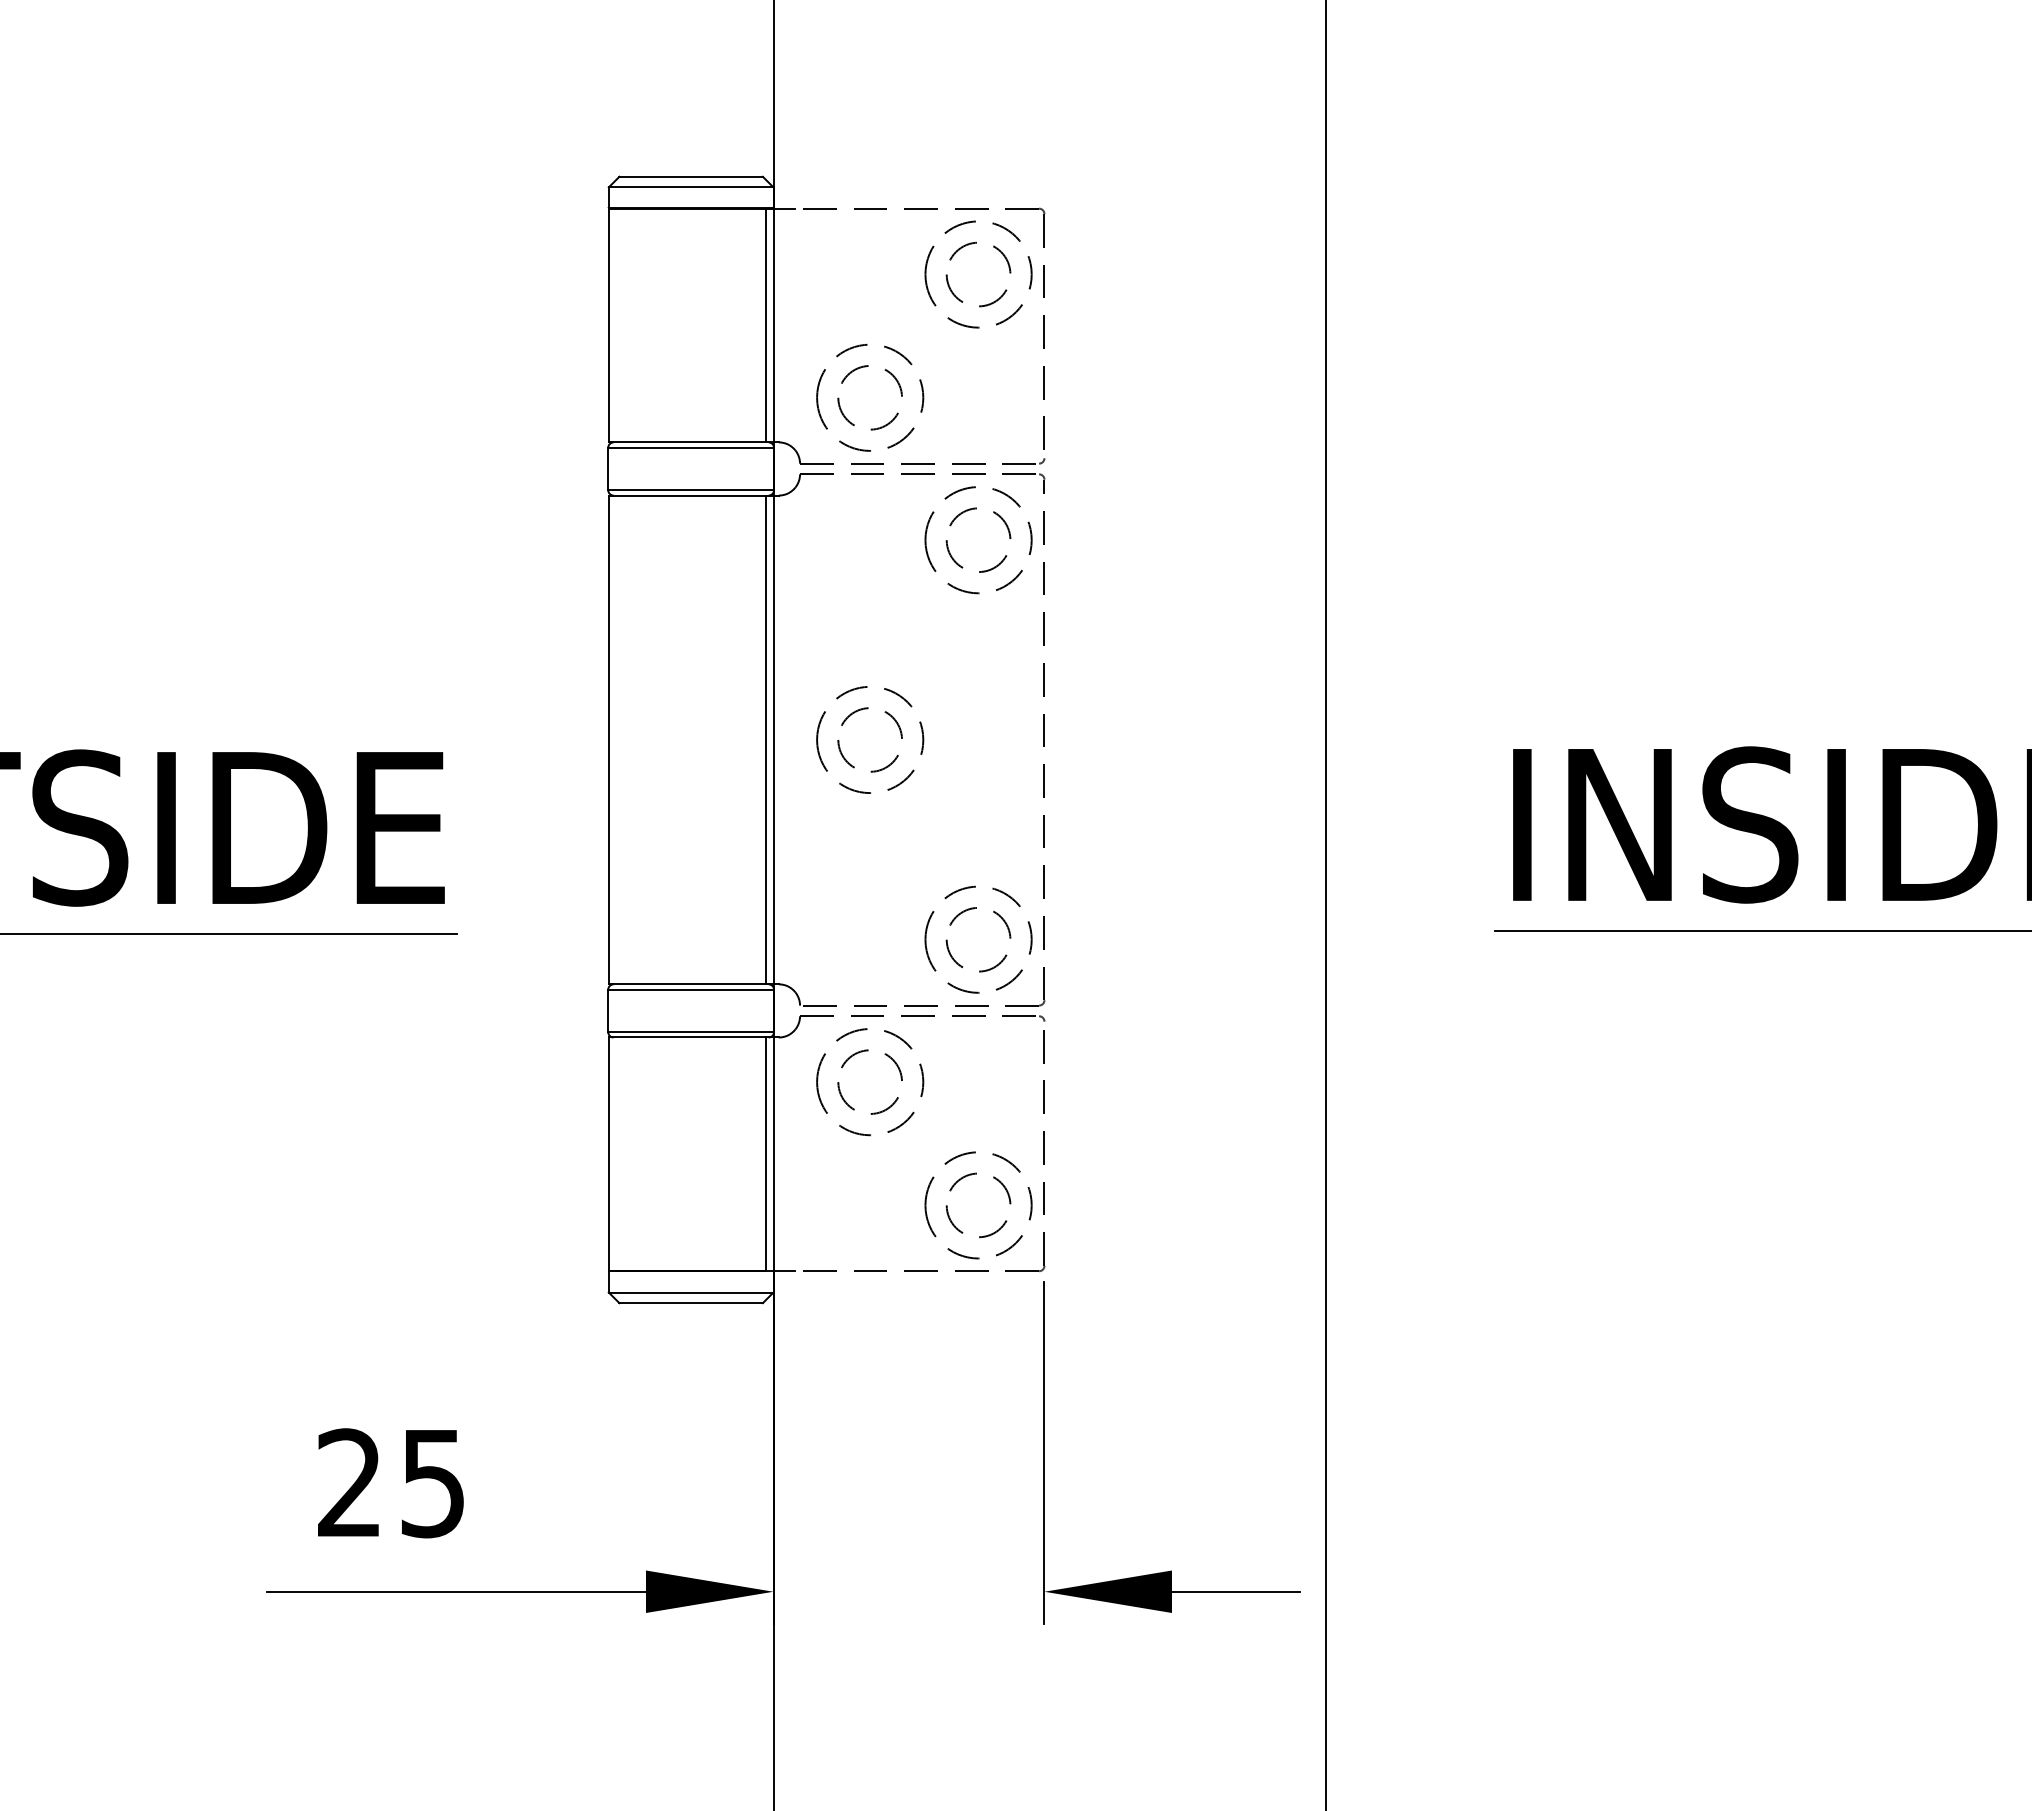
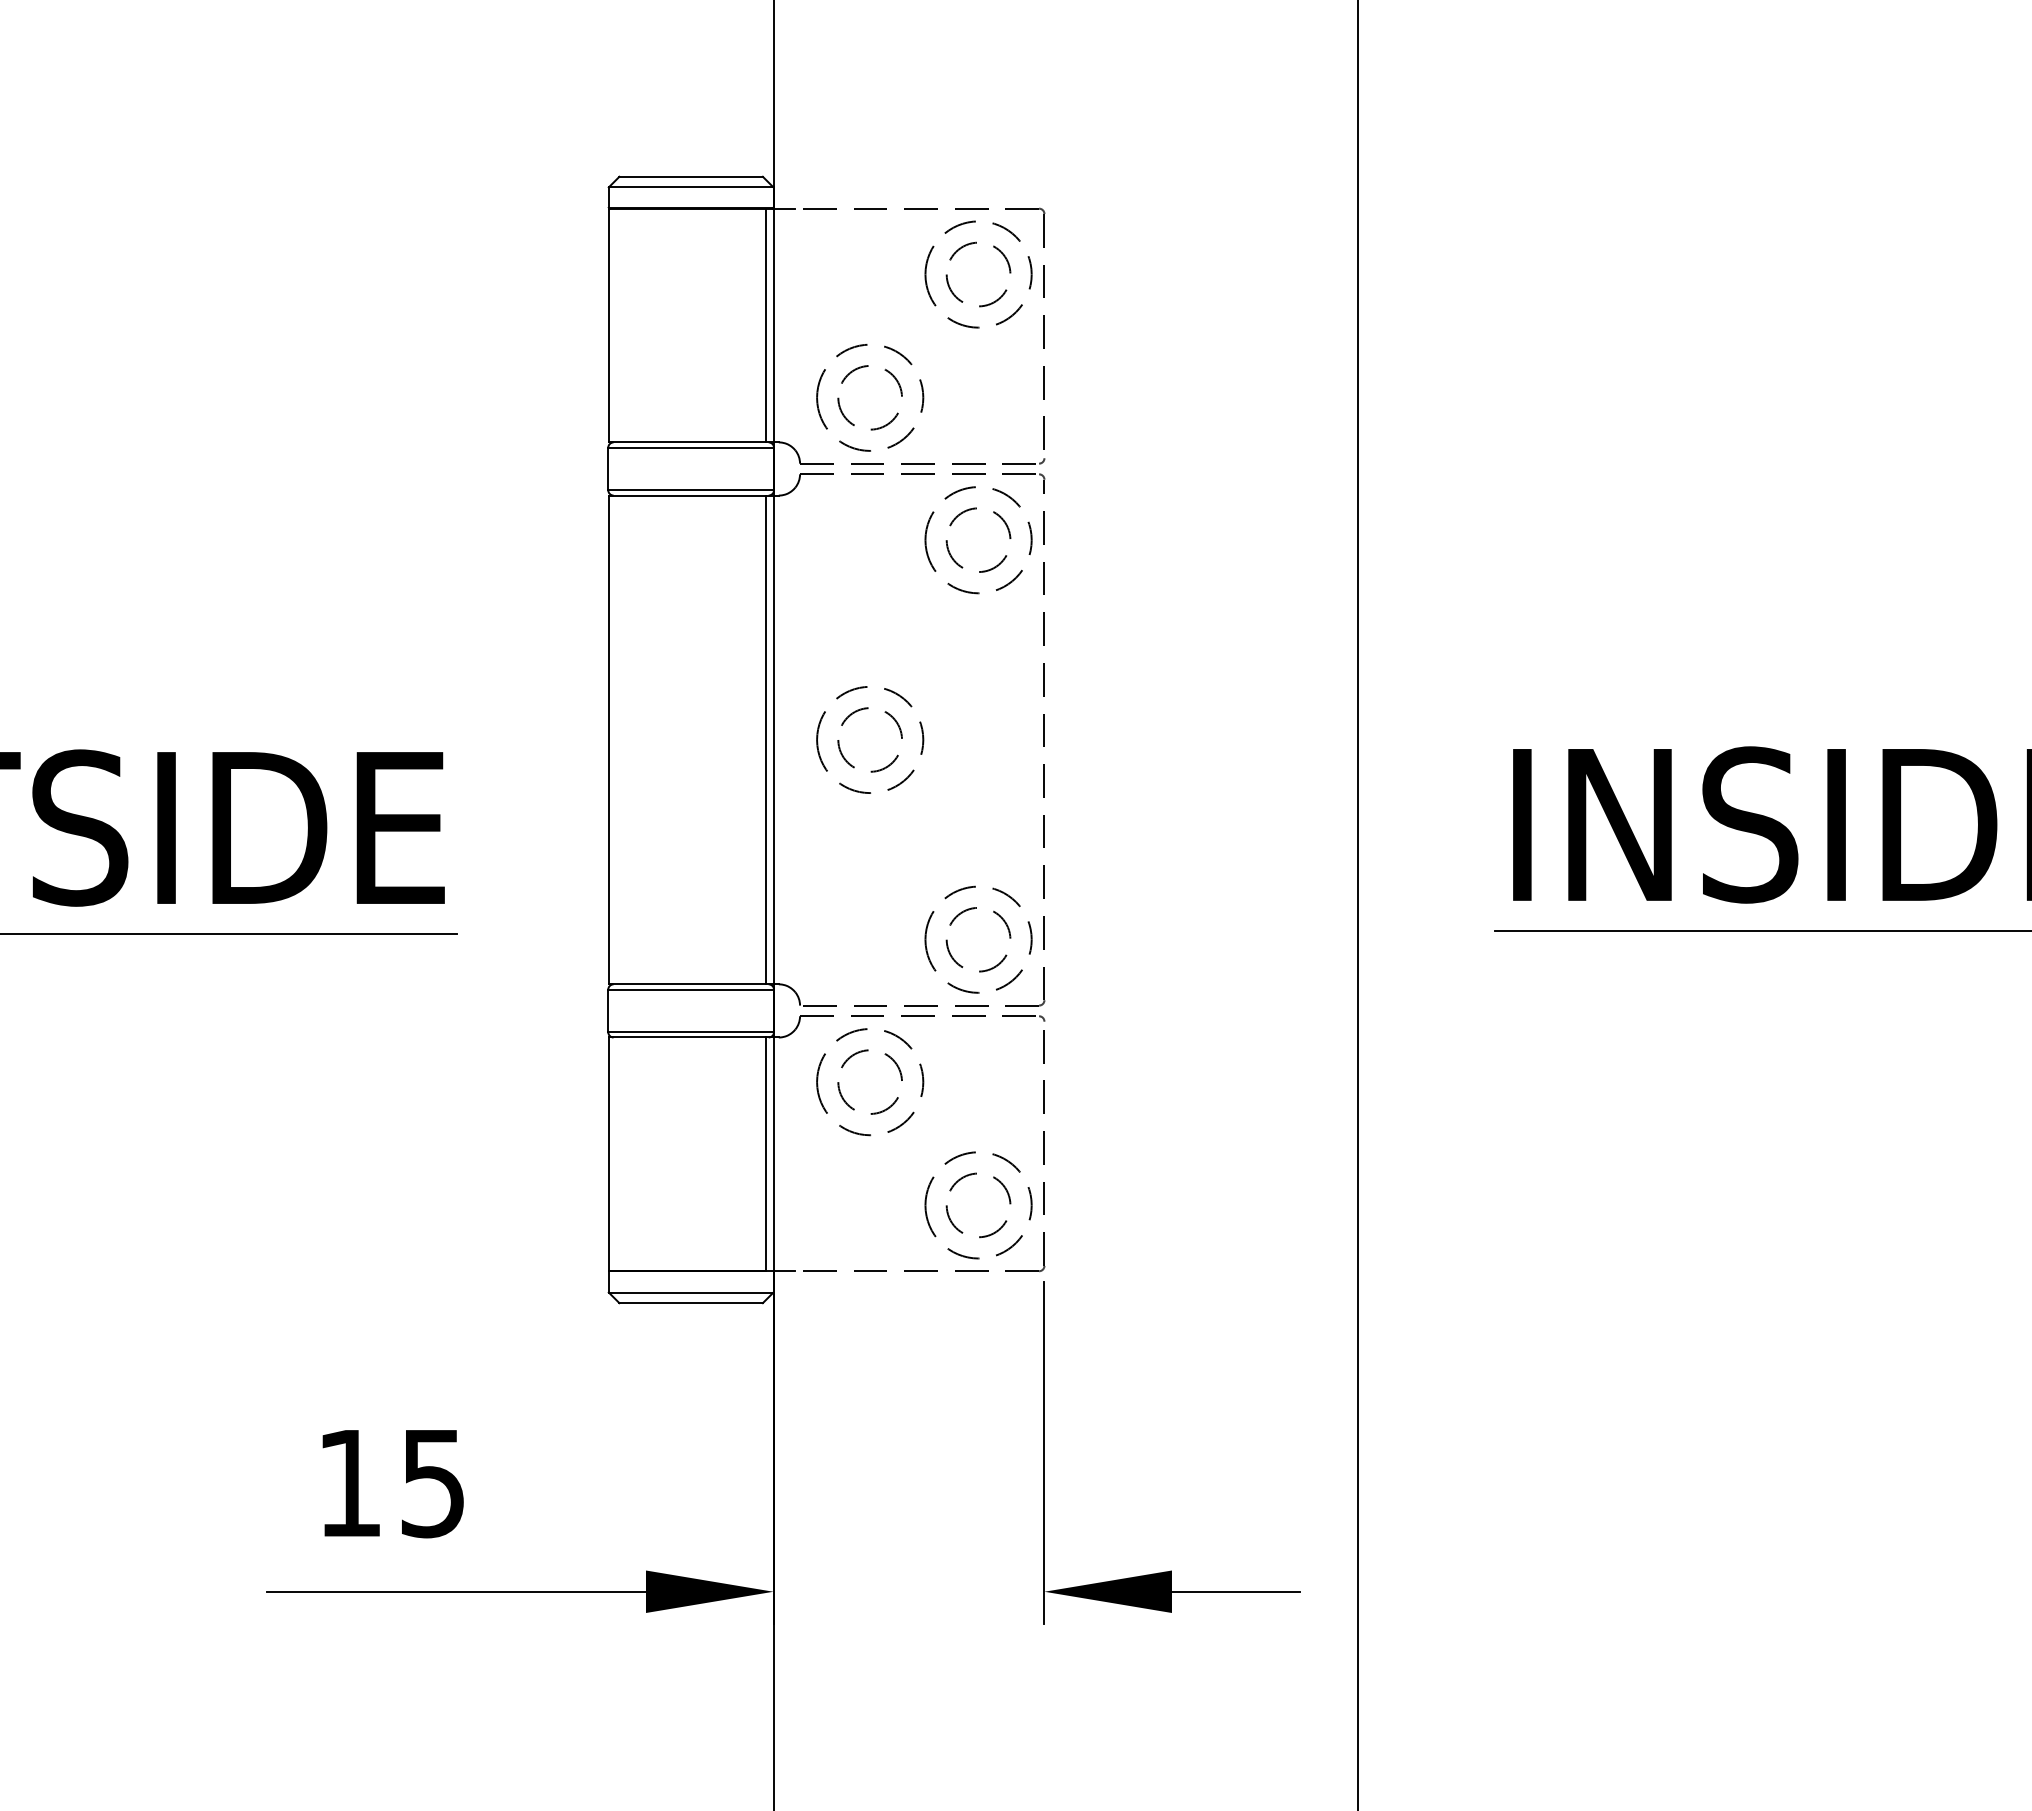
line at (1325, 904) position: (1325, 904) -> (1357, 904)
text at (348, 1482): 25 -> 15
